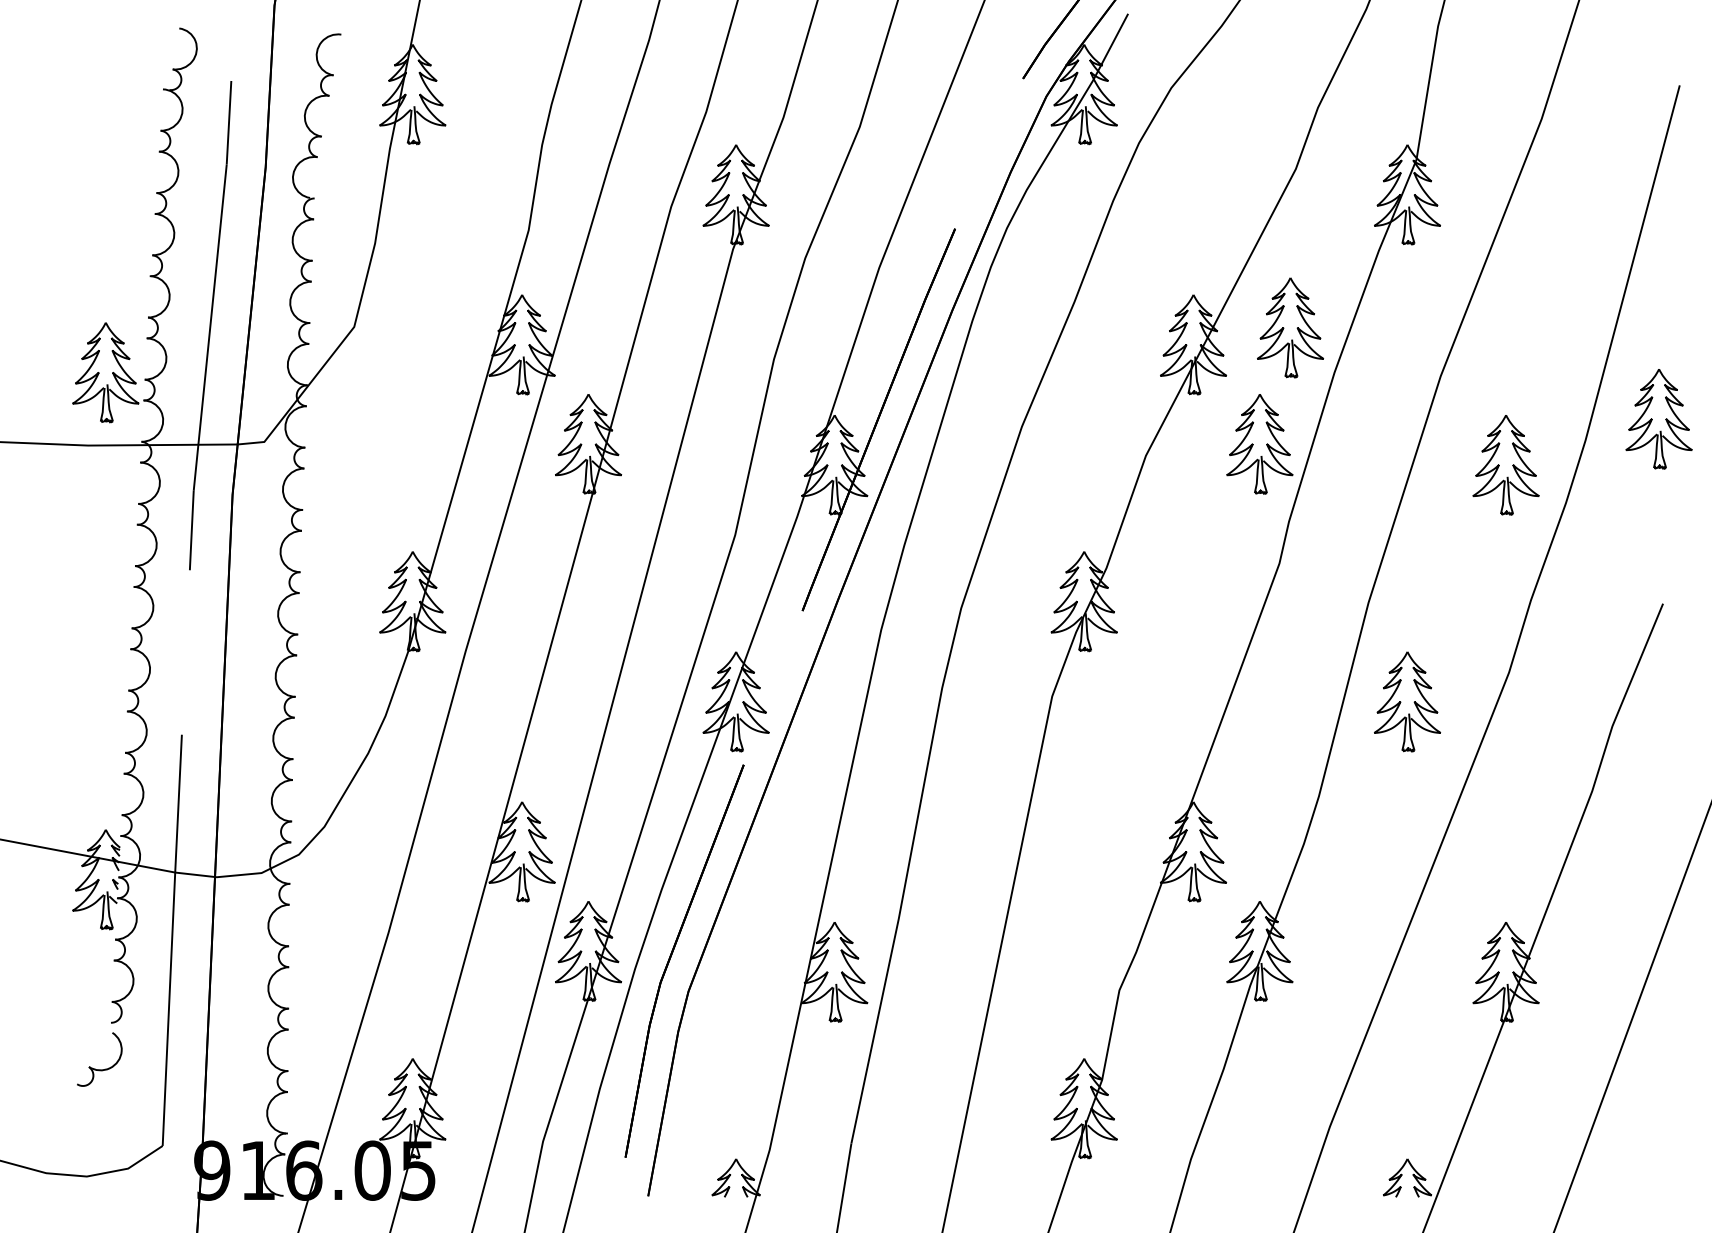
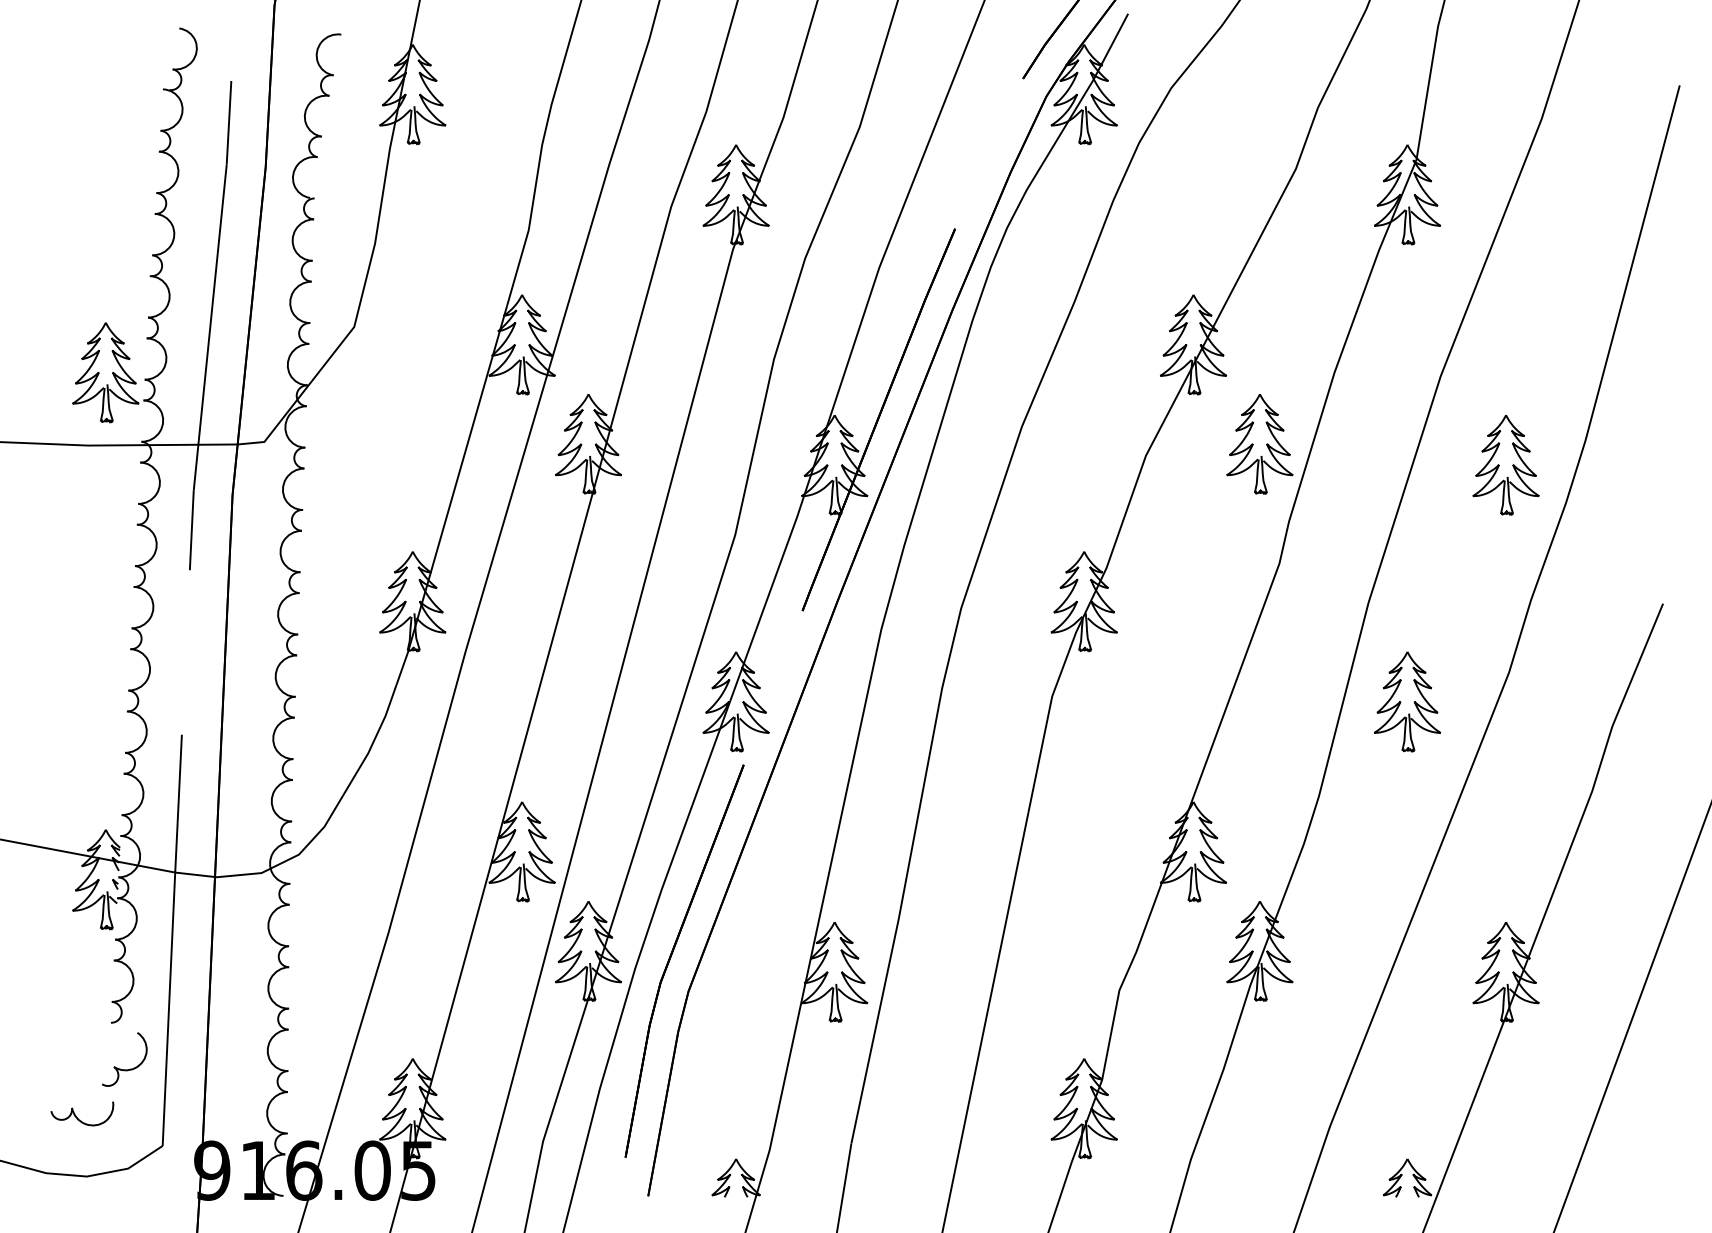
part at (1290, 327): present -> none
part at (1658, 419): present -> none
part at (95, 1068) position: (95, 1068) -> (120, 1068)
part at (76, 1115): none -> present
